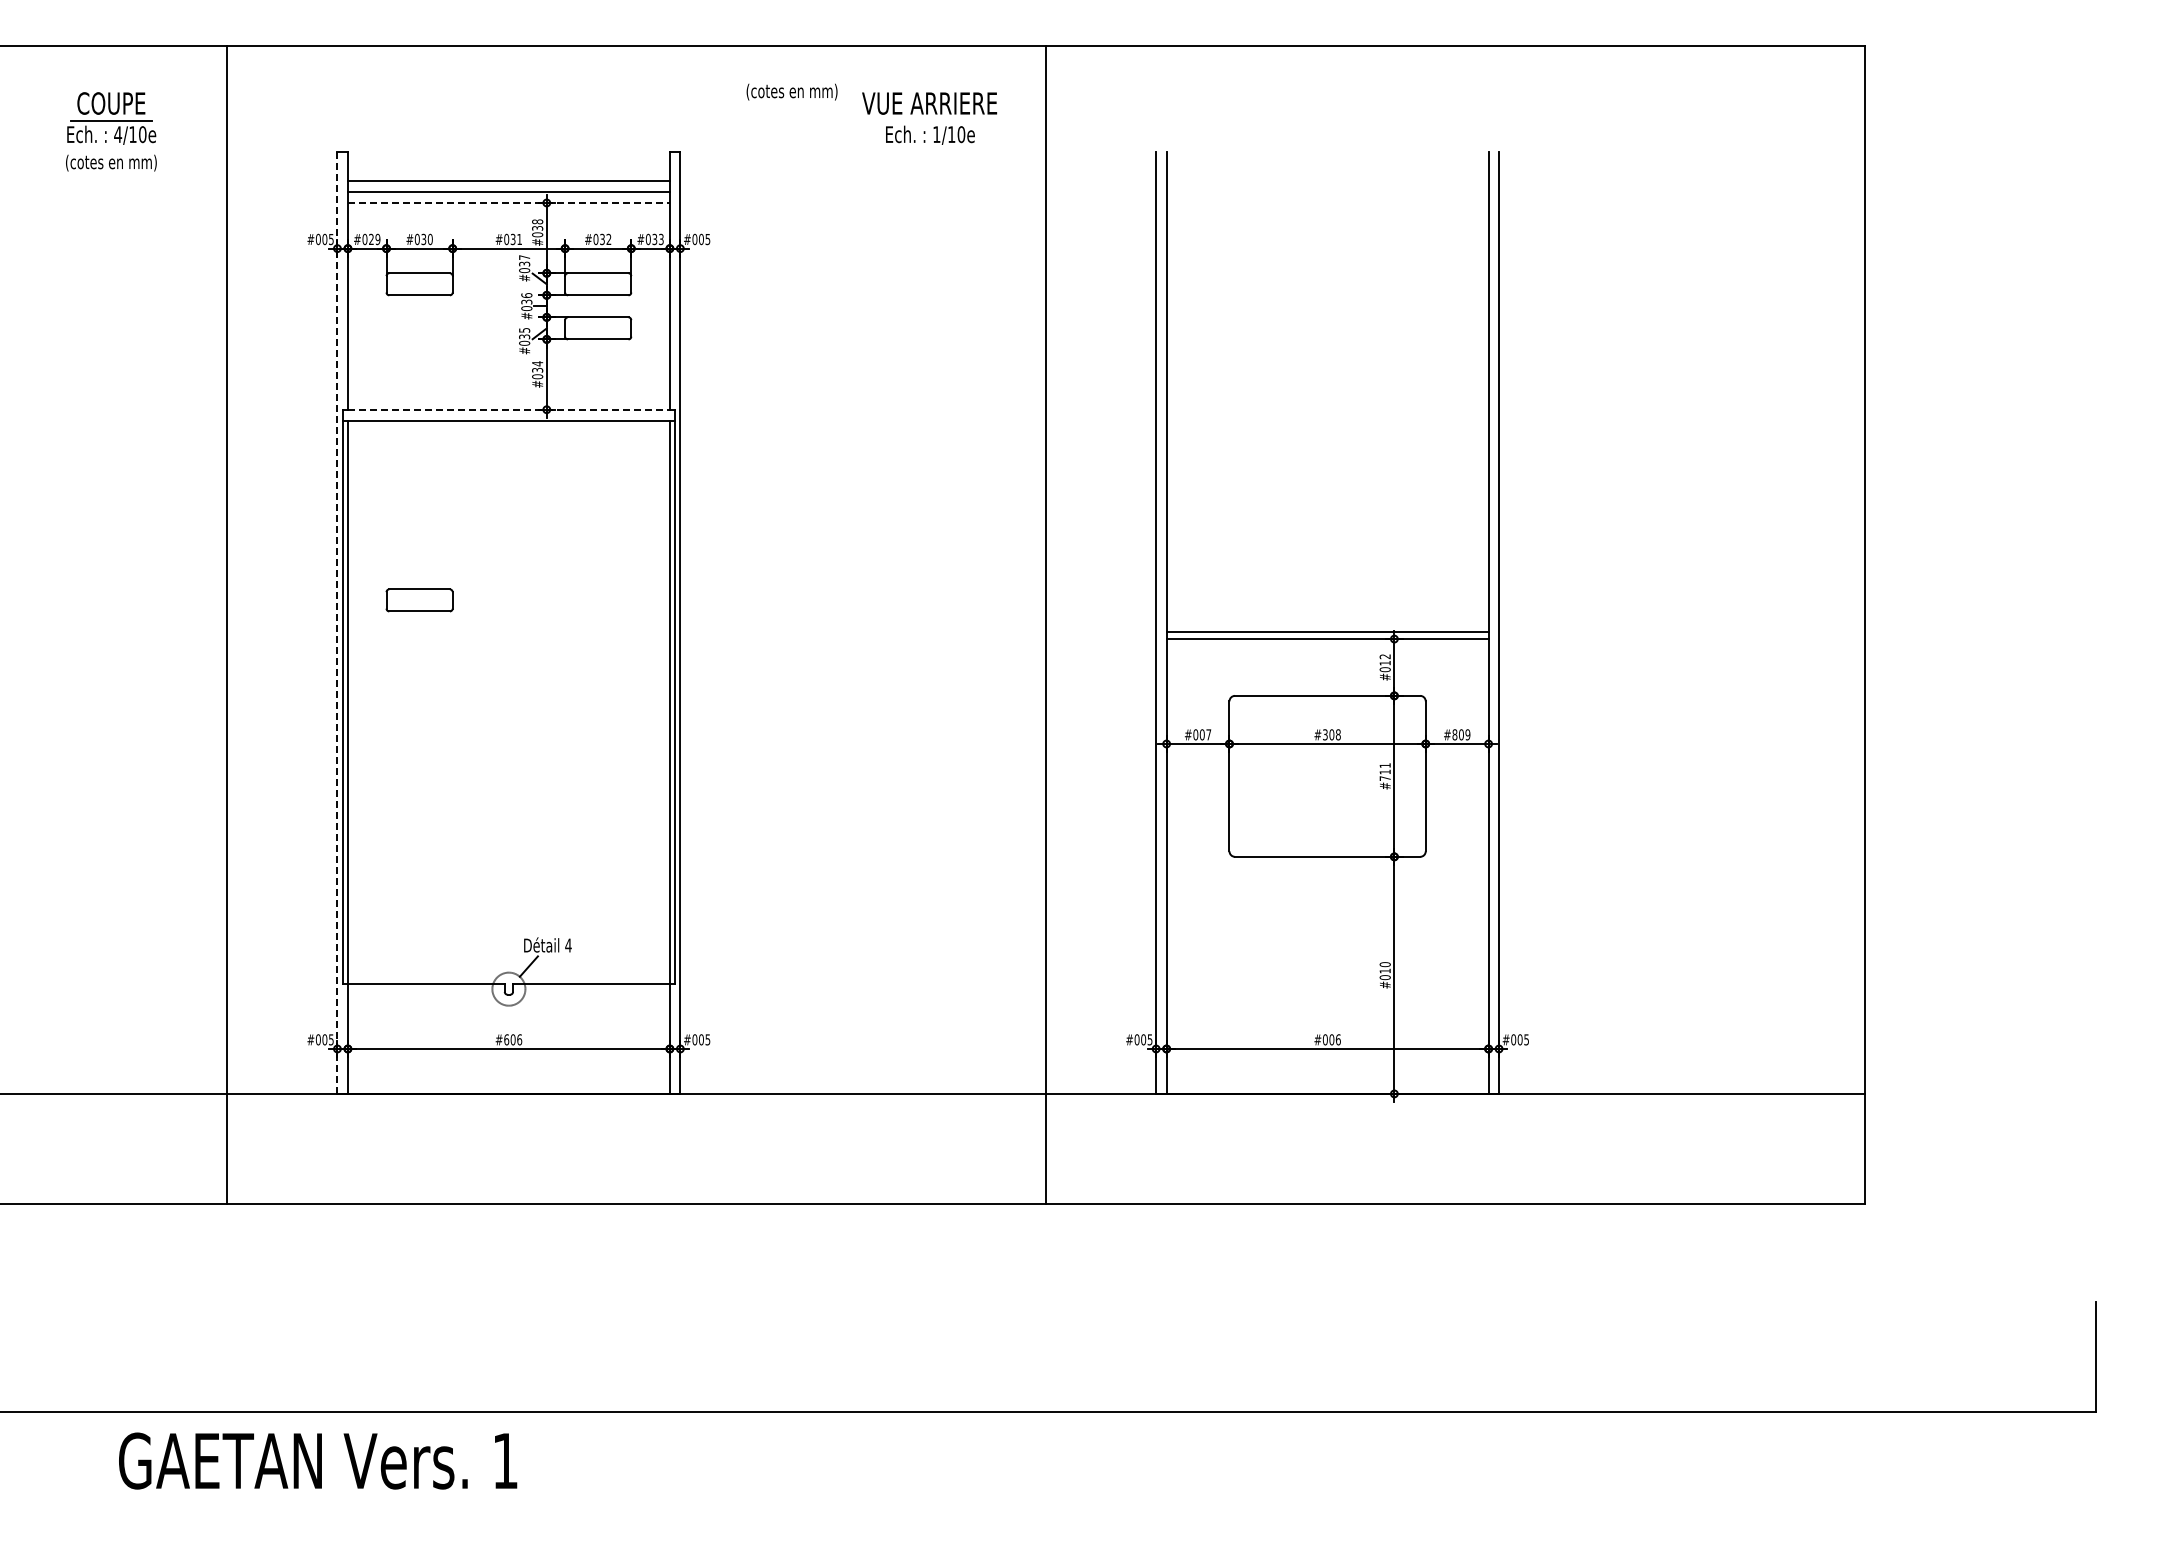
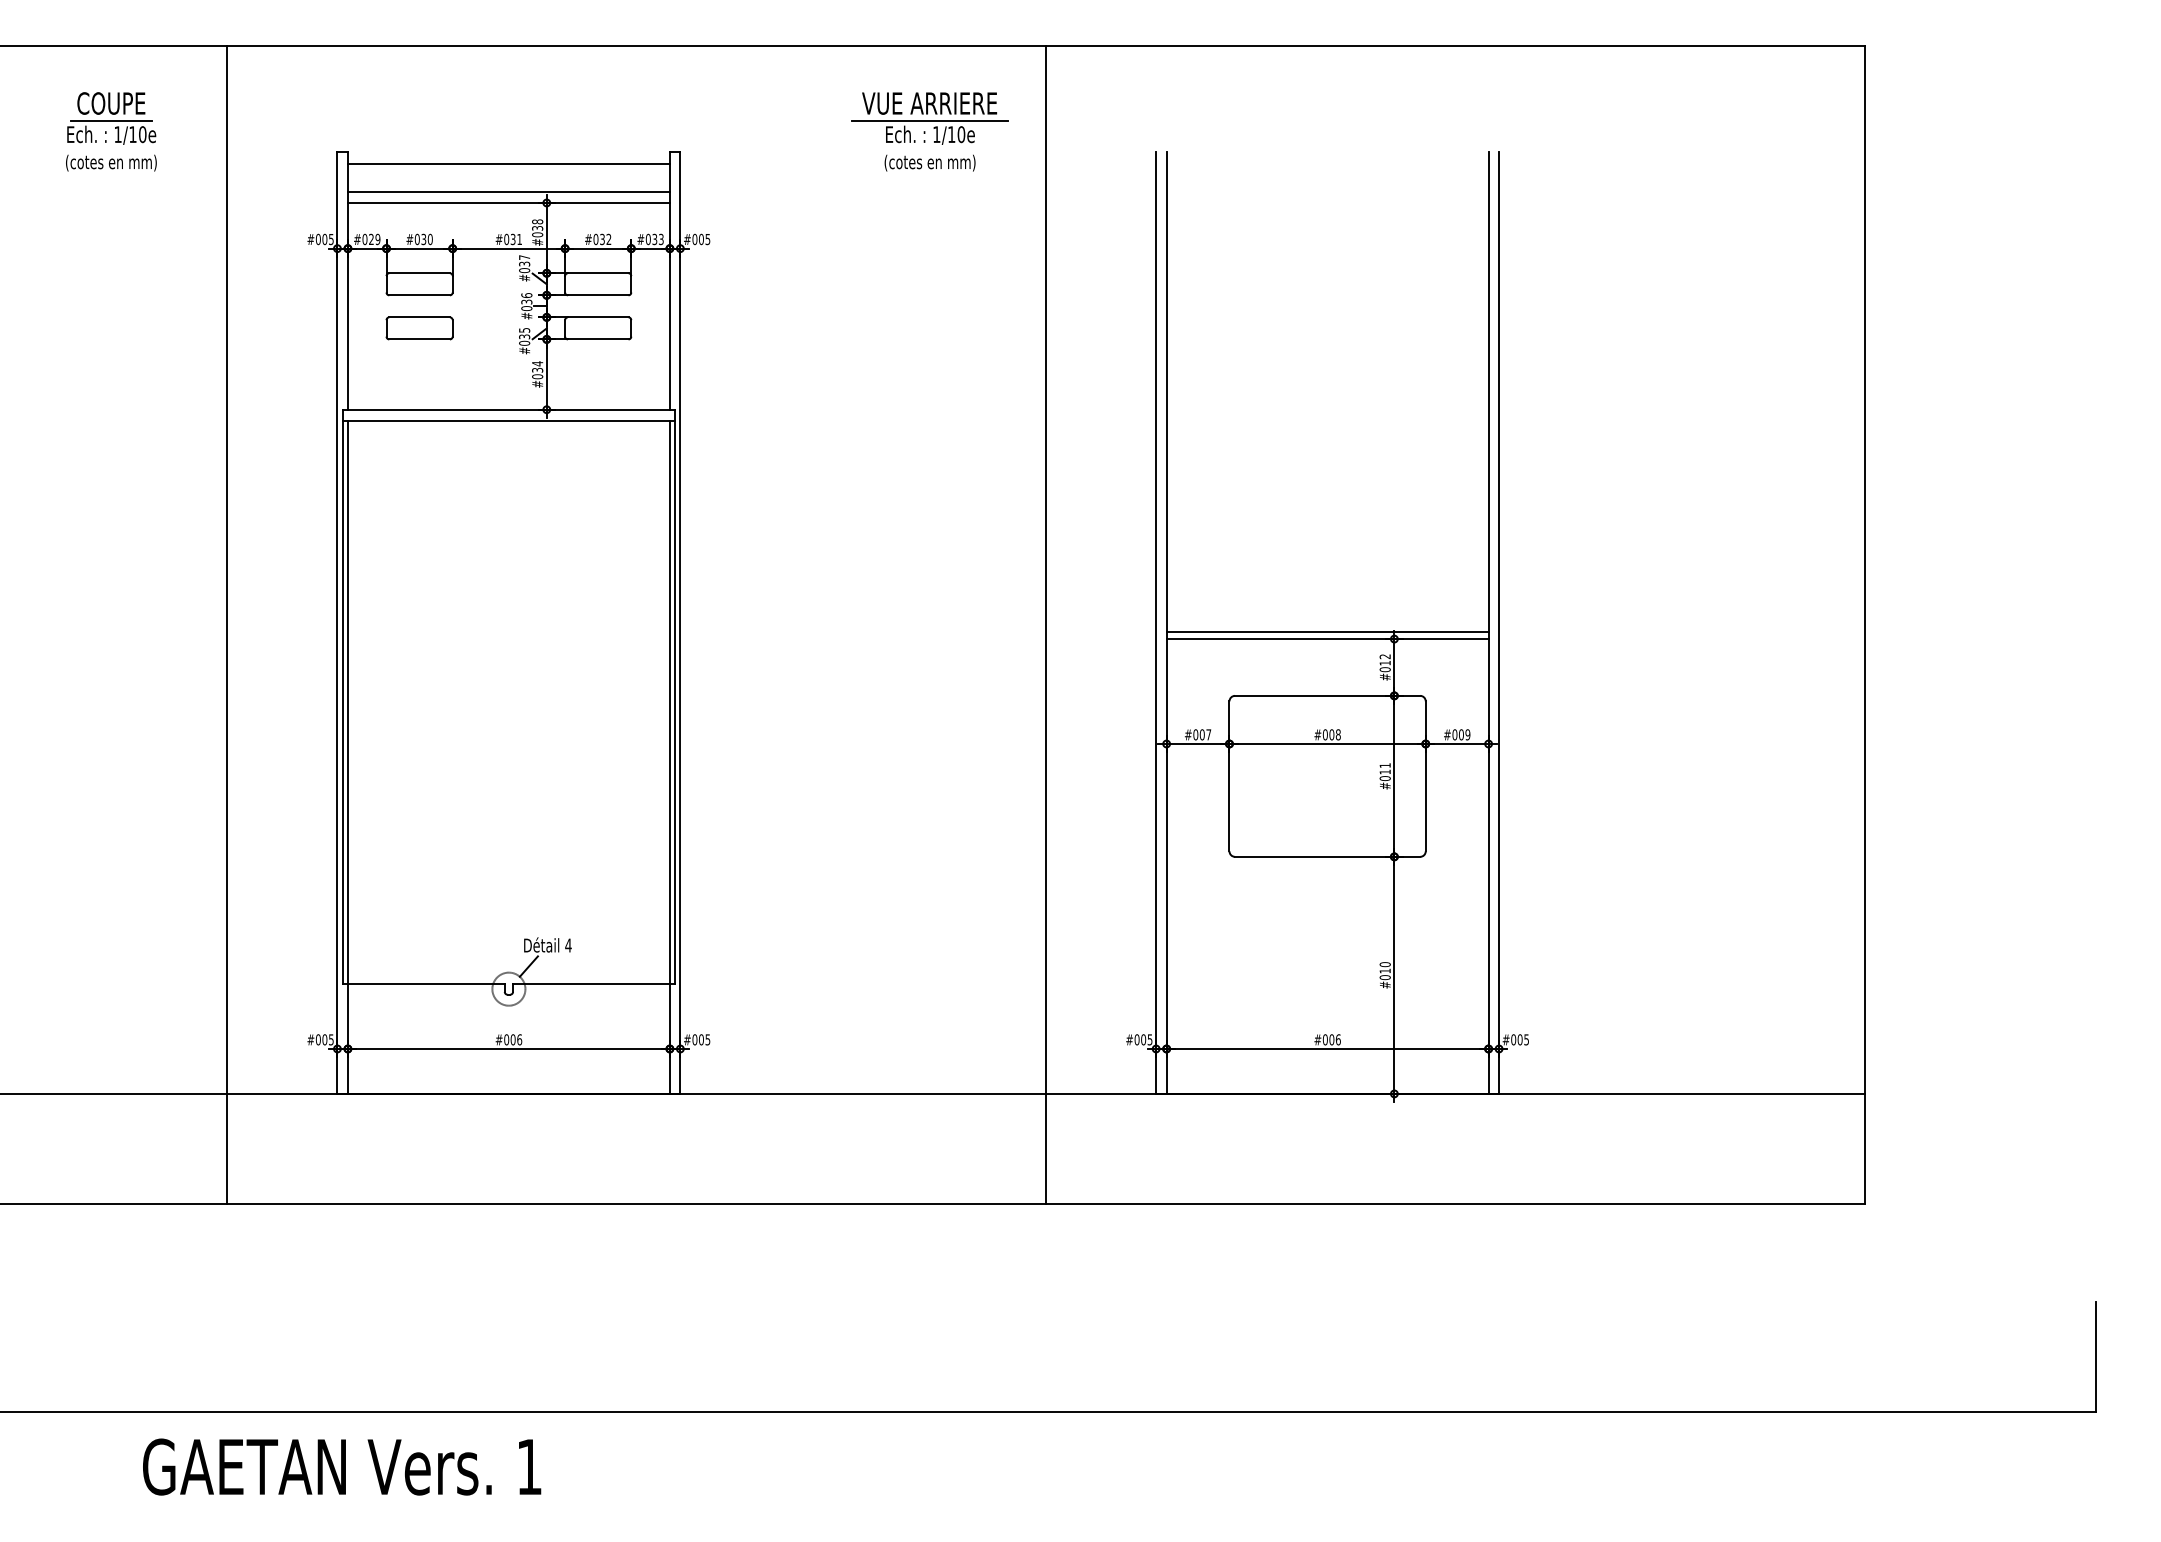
text at (791, 91) position: (791, 91) -> (929, 162)
line at (929, 120): none -> present
text at (118, 134): 4/10e -> 1/10e
line at (508, 180) position: (508, 180) -> (508, 163)
line at (508, 202): dashed -> solid
line at (508, 409): dashed -> solid
part at (419, 600) position: (419, 600) -> (419, 328)
line at (337, 623): dashed -> solid
text at (1324, 734): #308 -> #008
text at (1454, 734): #809 -> #009
text at (1384, 778): #711 -> #011
text at (506, 1039): #606 -> #006
text at (318, 1460) position: (318, 1460) -> (342, 1466)
